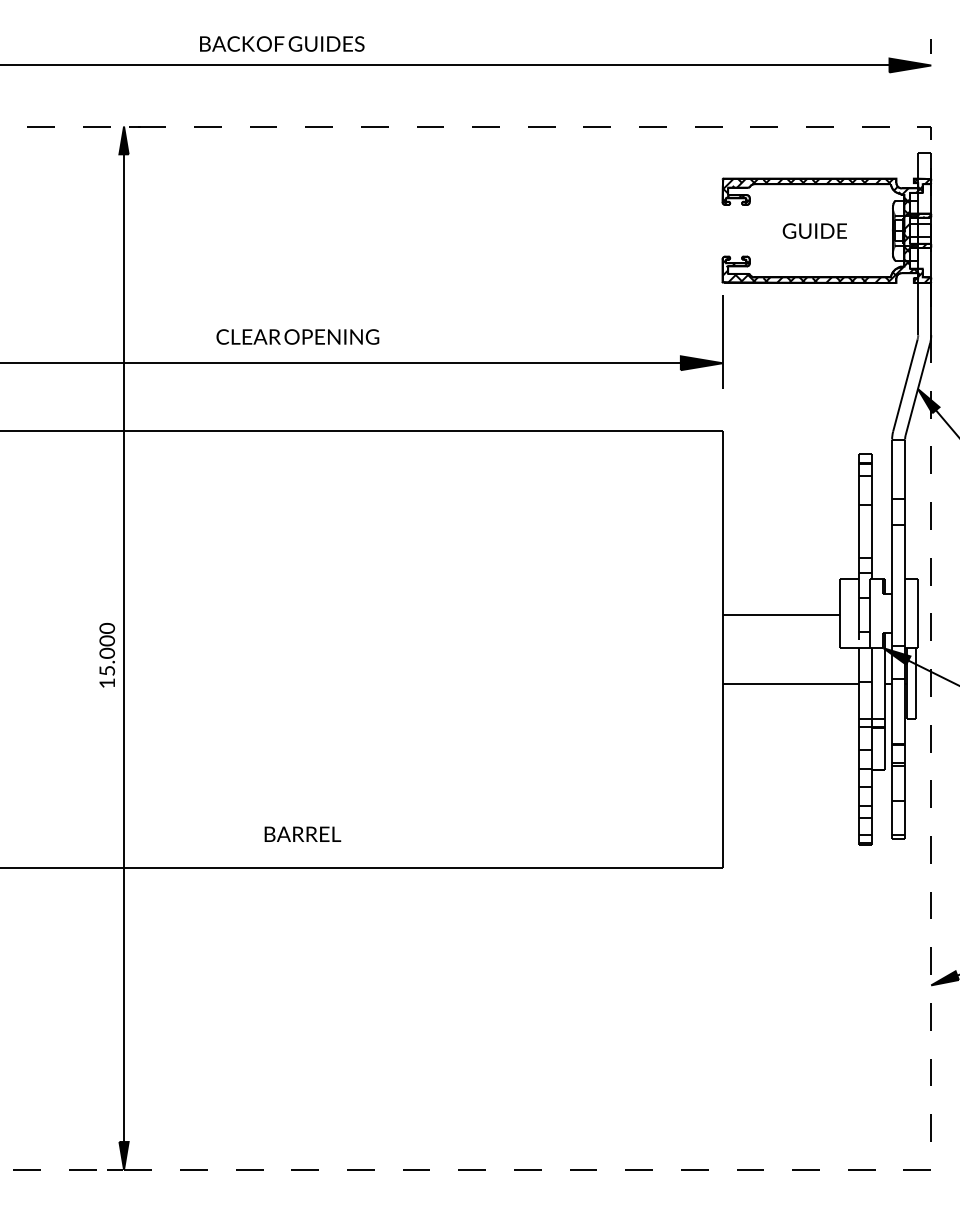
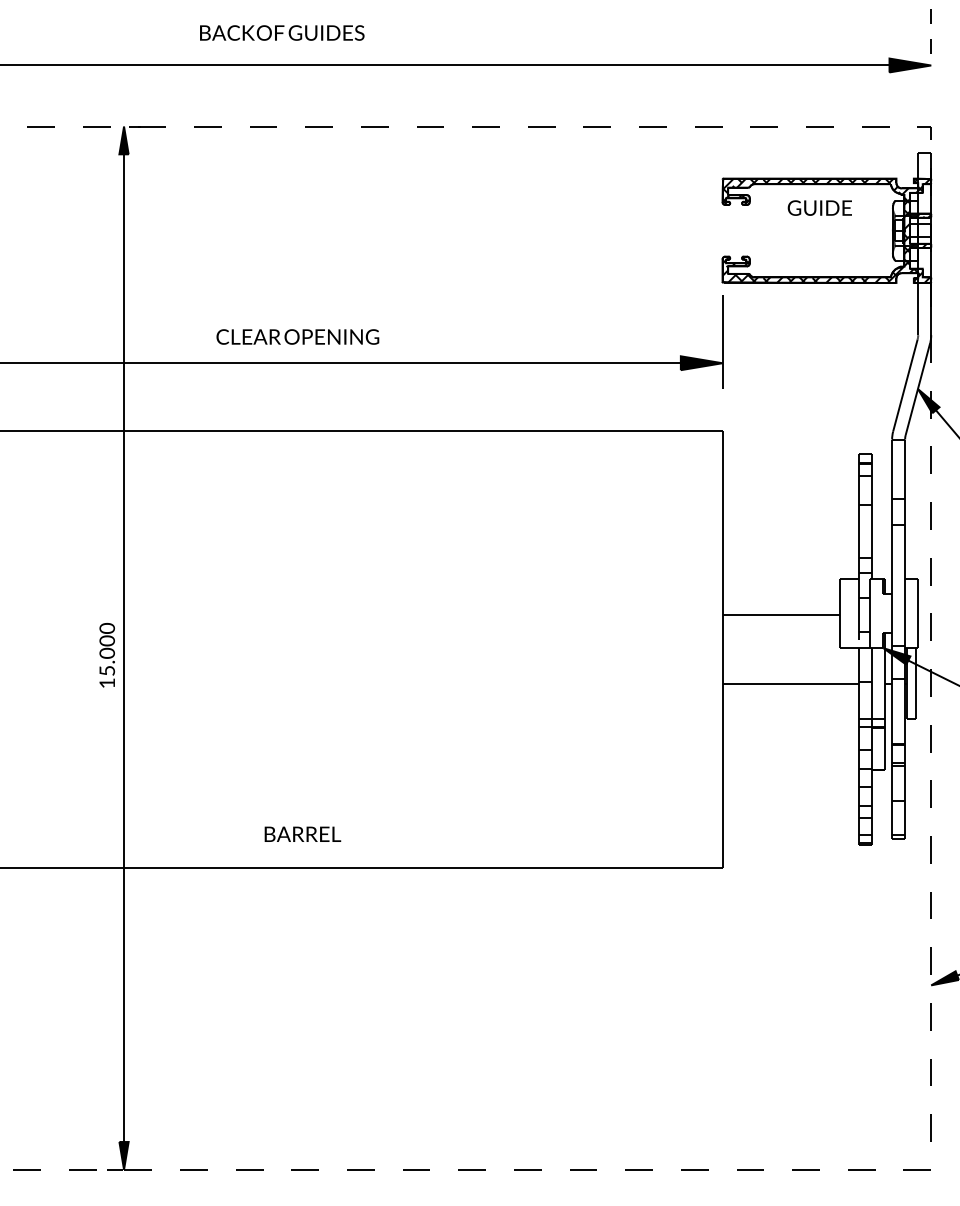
line at (930, 16): none -> present
text at (282, 43) position: (282, 43) -> (282, 32)
text at (814, 230) position: (814, 230) -> (819, 207)
